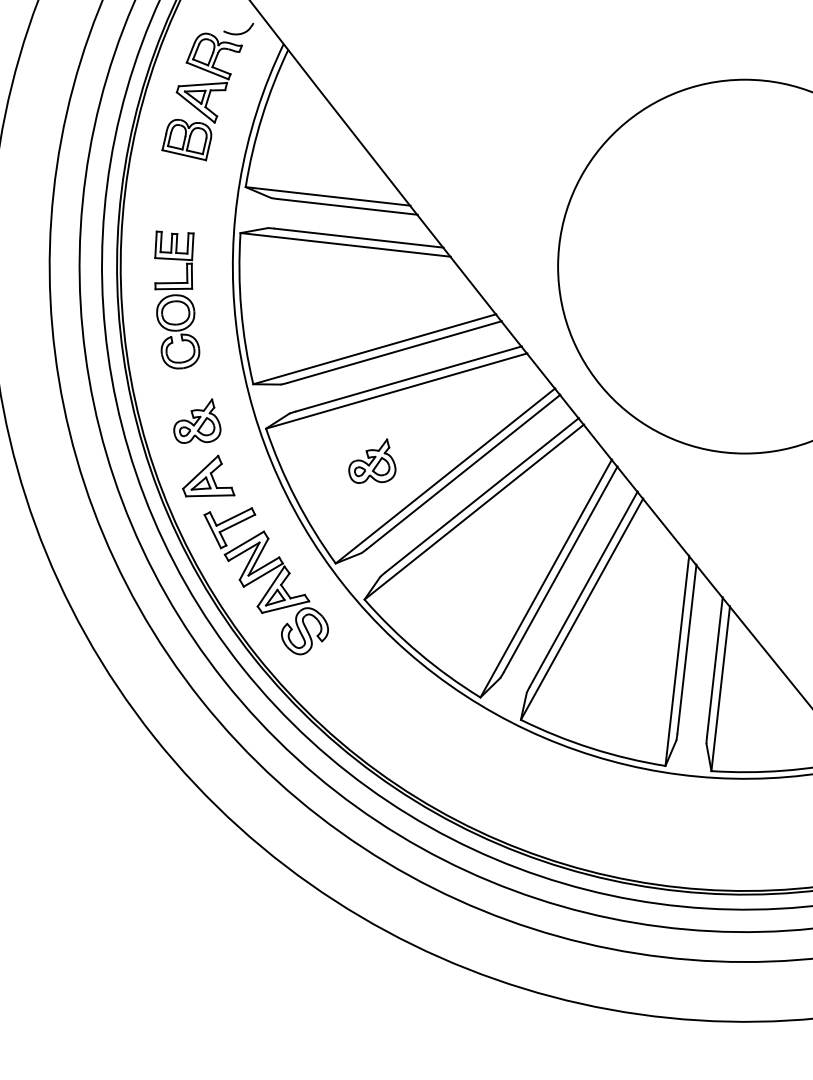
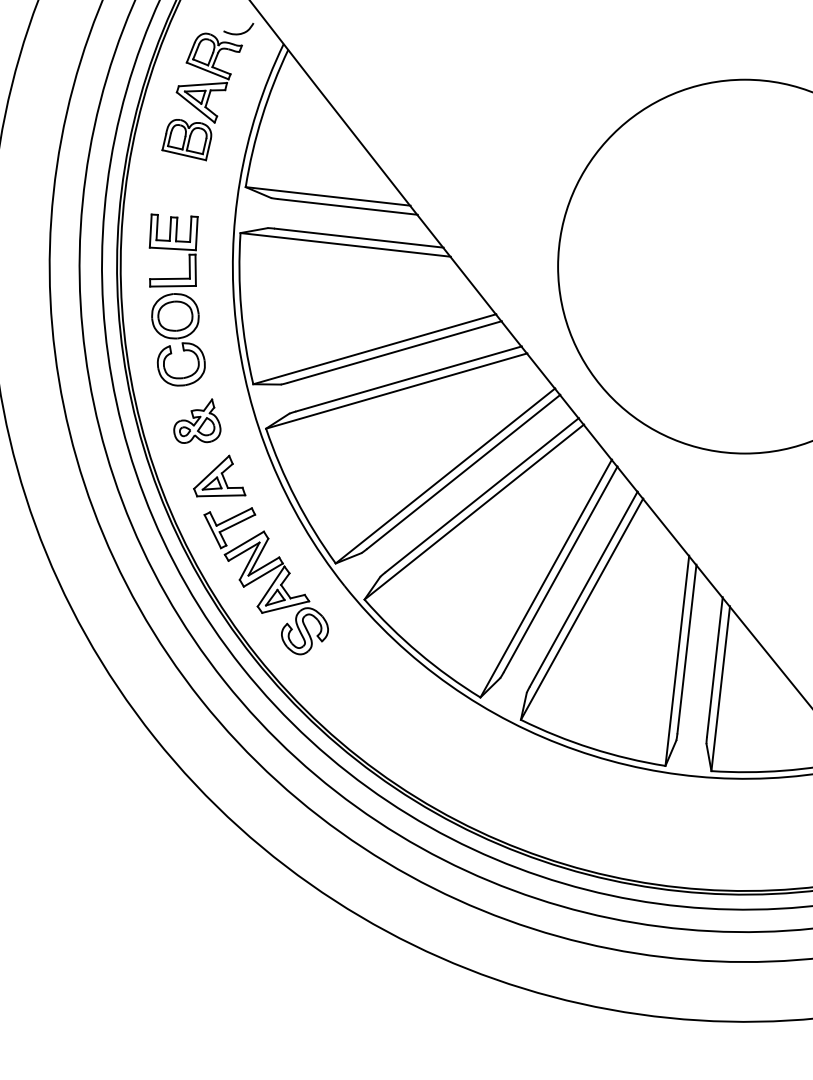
part at (177, 299) size: 47x140 px -> 58x174 px
part at (372, 460): present -> none
part at (208, 475) position: (208, 475) -> (219, 475)
